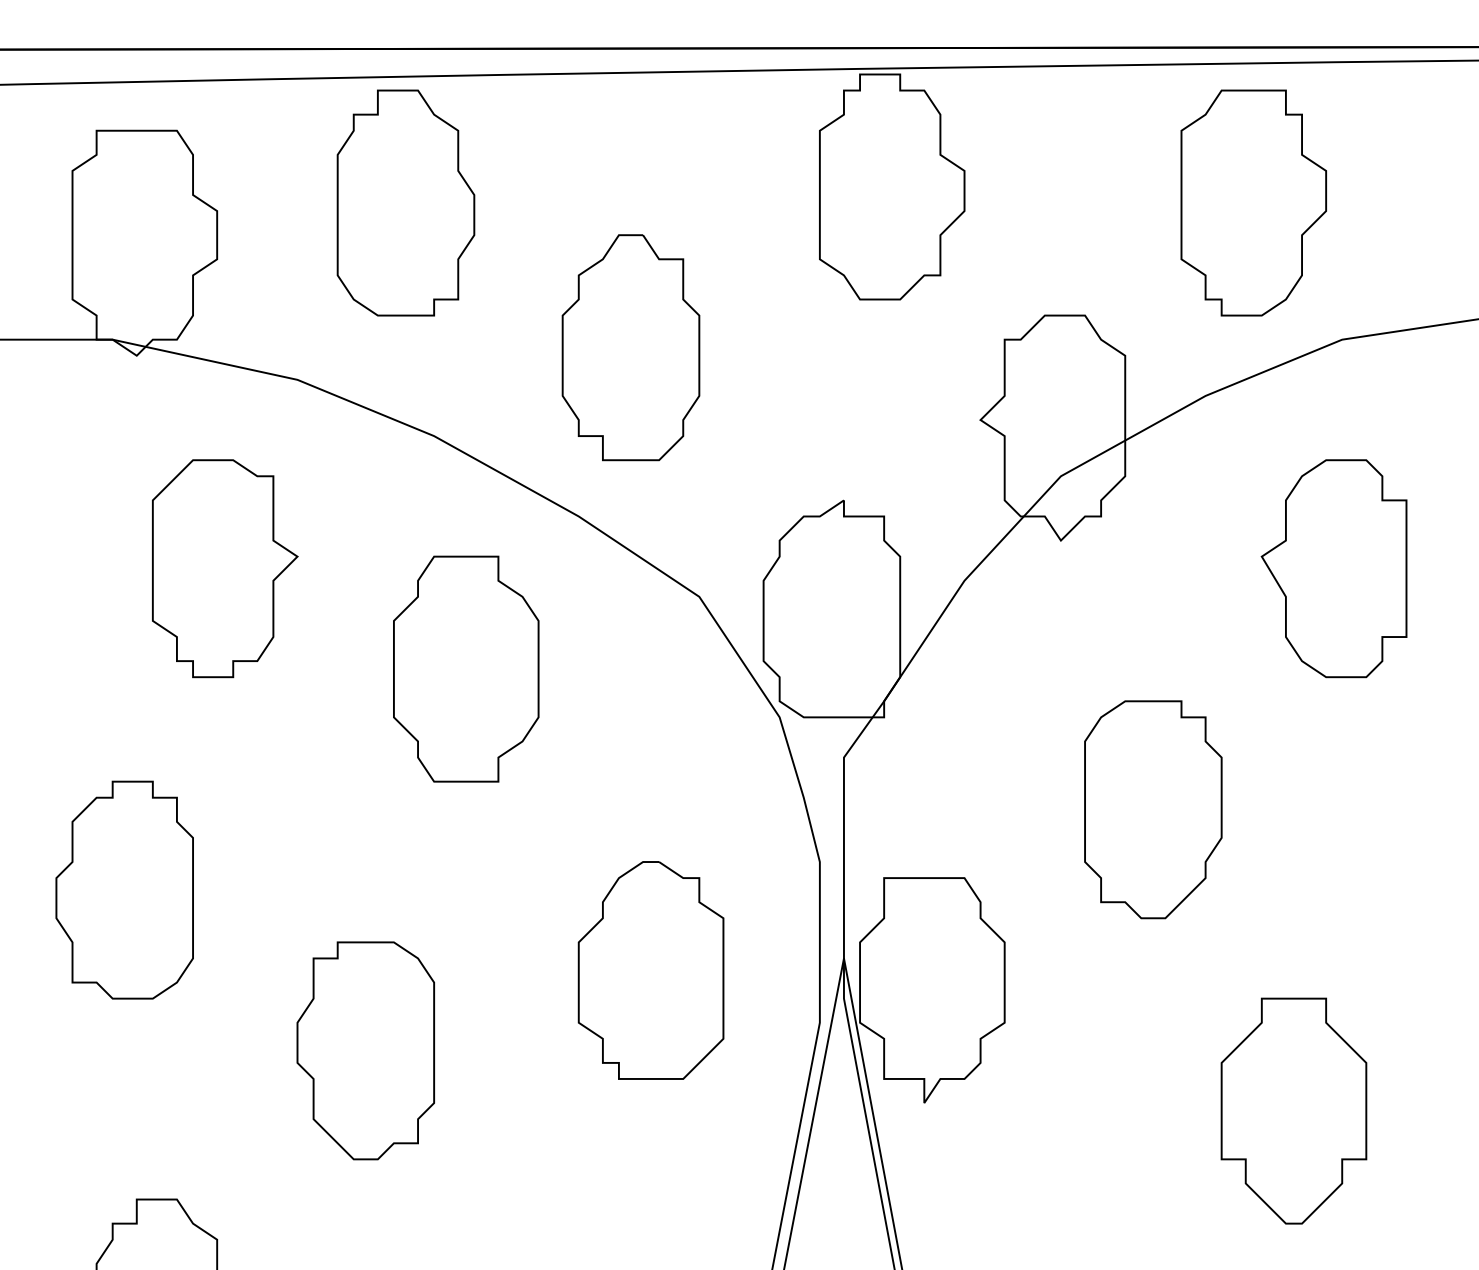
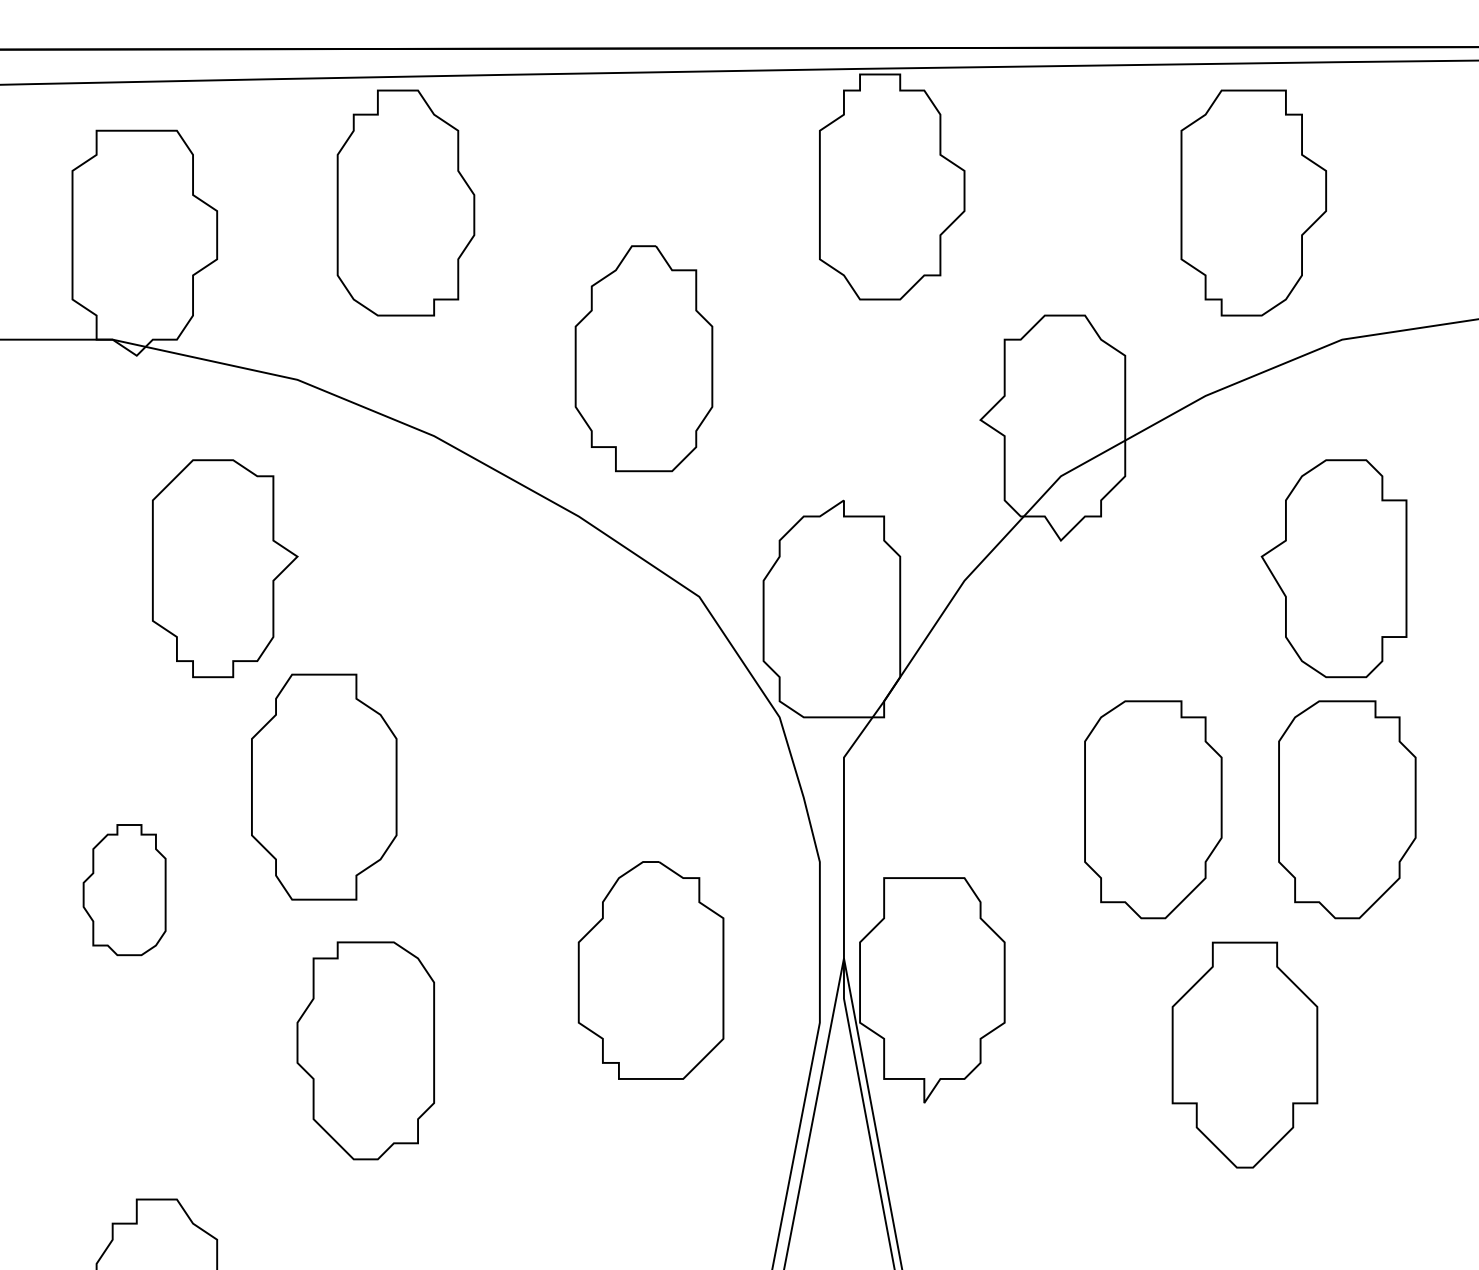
part at (630, 347) position: (630, 347) -> (643, 358)
part at (466, 668) position: (466, 668) -> (324, 786)
part at (1347, 809): none -> present
part at (124, 889) size: 139x220 px -> 85x133 px
part at (1293, 1110) position: (1293, 1110) -> (1244, 1054)
